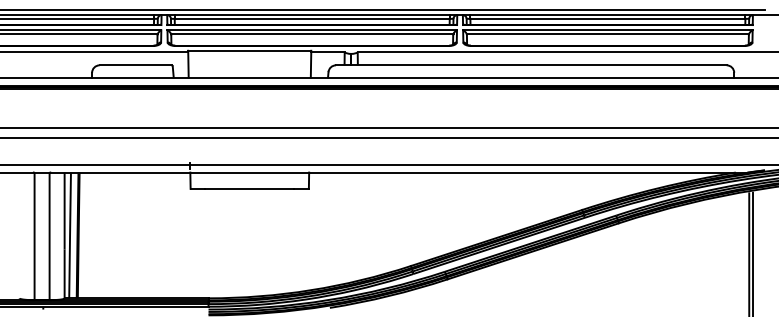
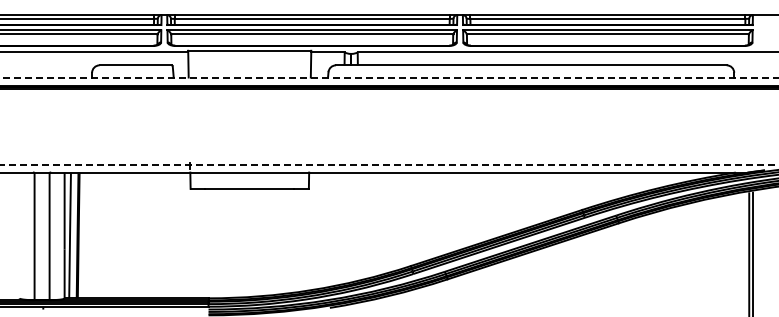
line at (383, 9): present -> none
line at (389, 77): solid -> dashed
line at (388, 128): present -> none
line at (388, 137): present -> none
line at (389, 164): solid -> dashed
